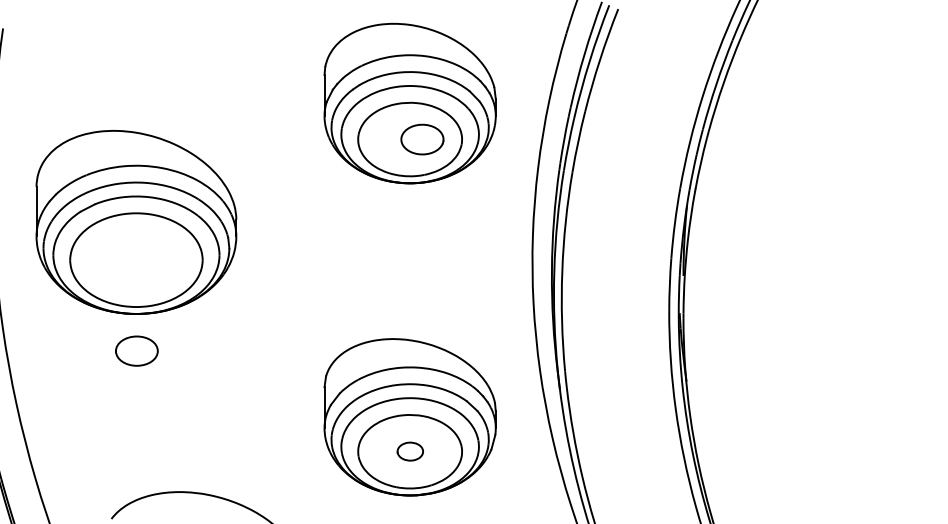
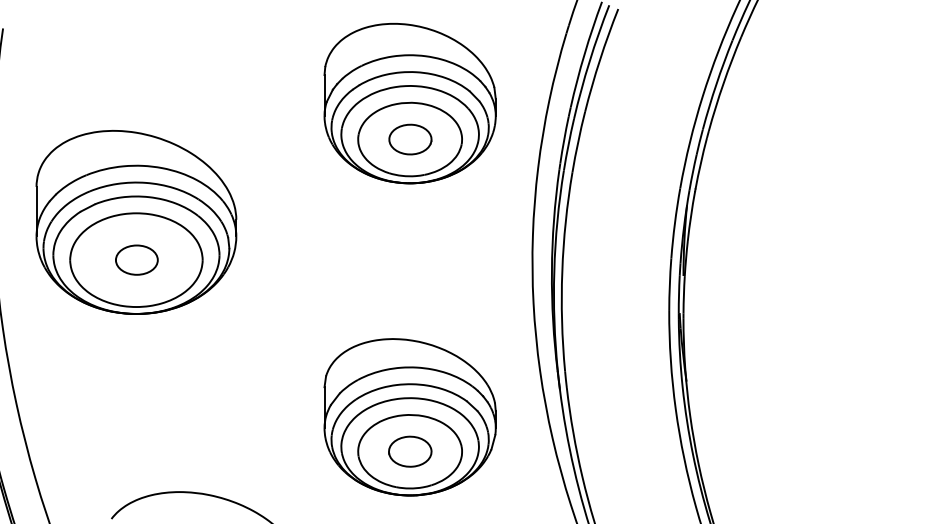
part at (422, 139) position: (422, 139) -> (410, 139)
part at (136, 350) position: (136, 350) -> (136, 259)
part at (409, 451) size: 28x21 px -> 45x33 px
